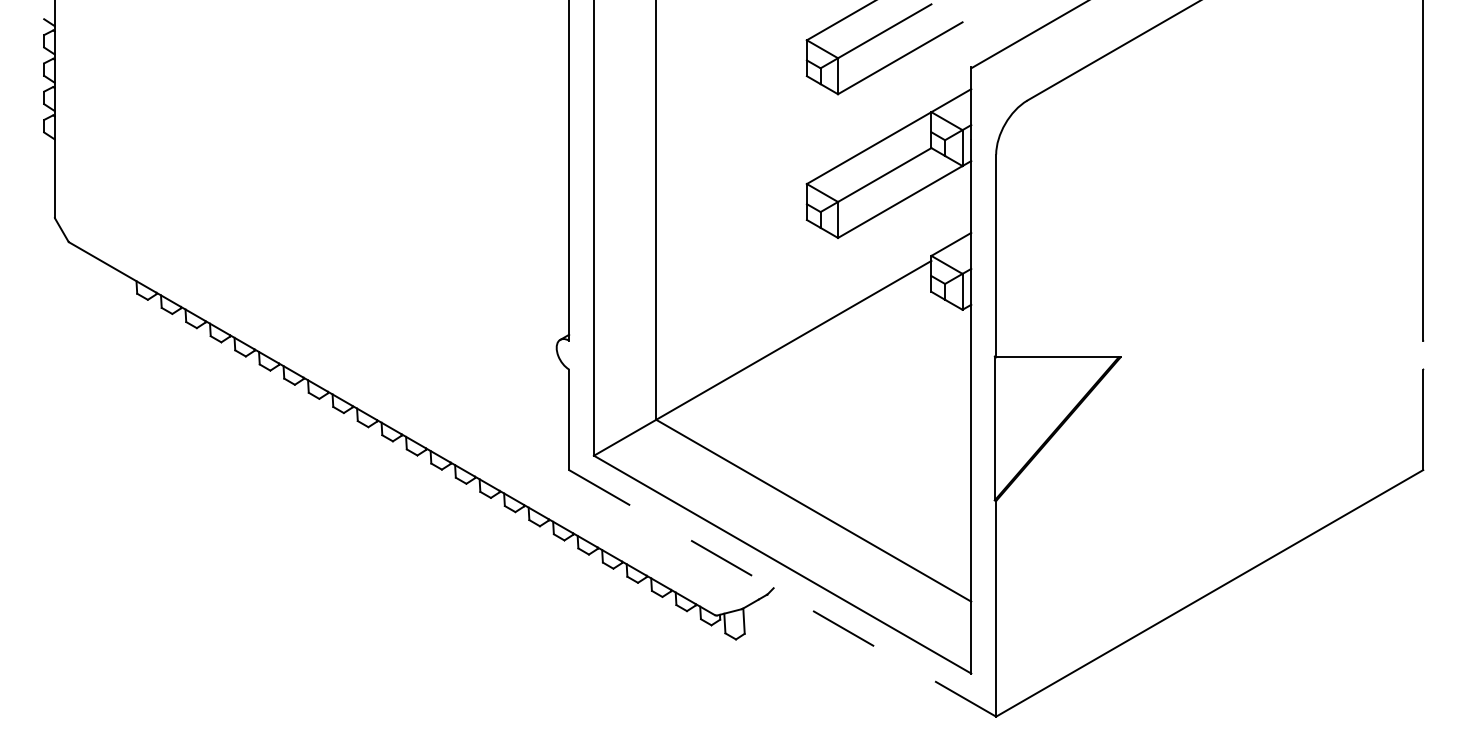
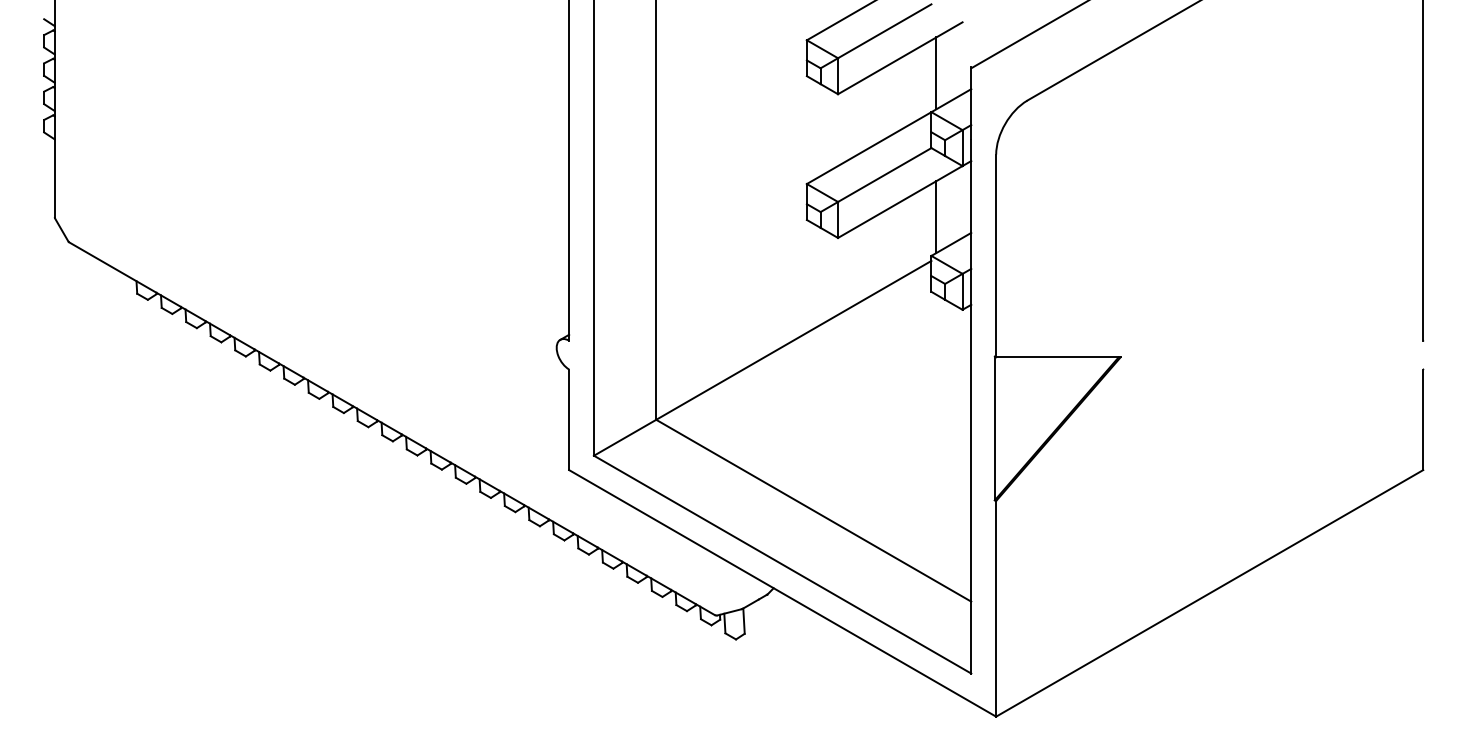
line at (936, 73): none -> present
line at (936, 217): none -> present
line at (782, 593): dashed -> solid
